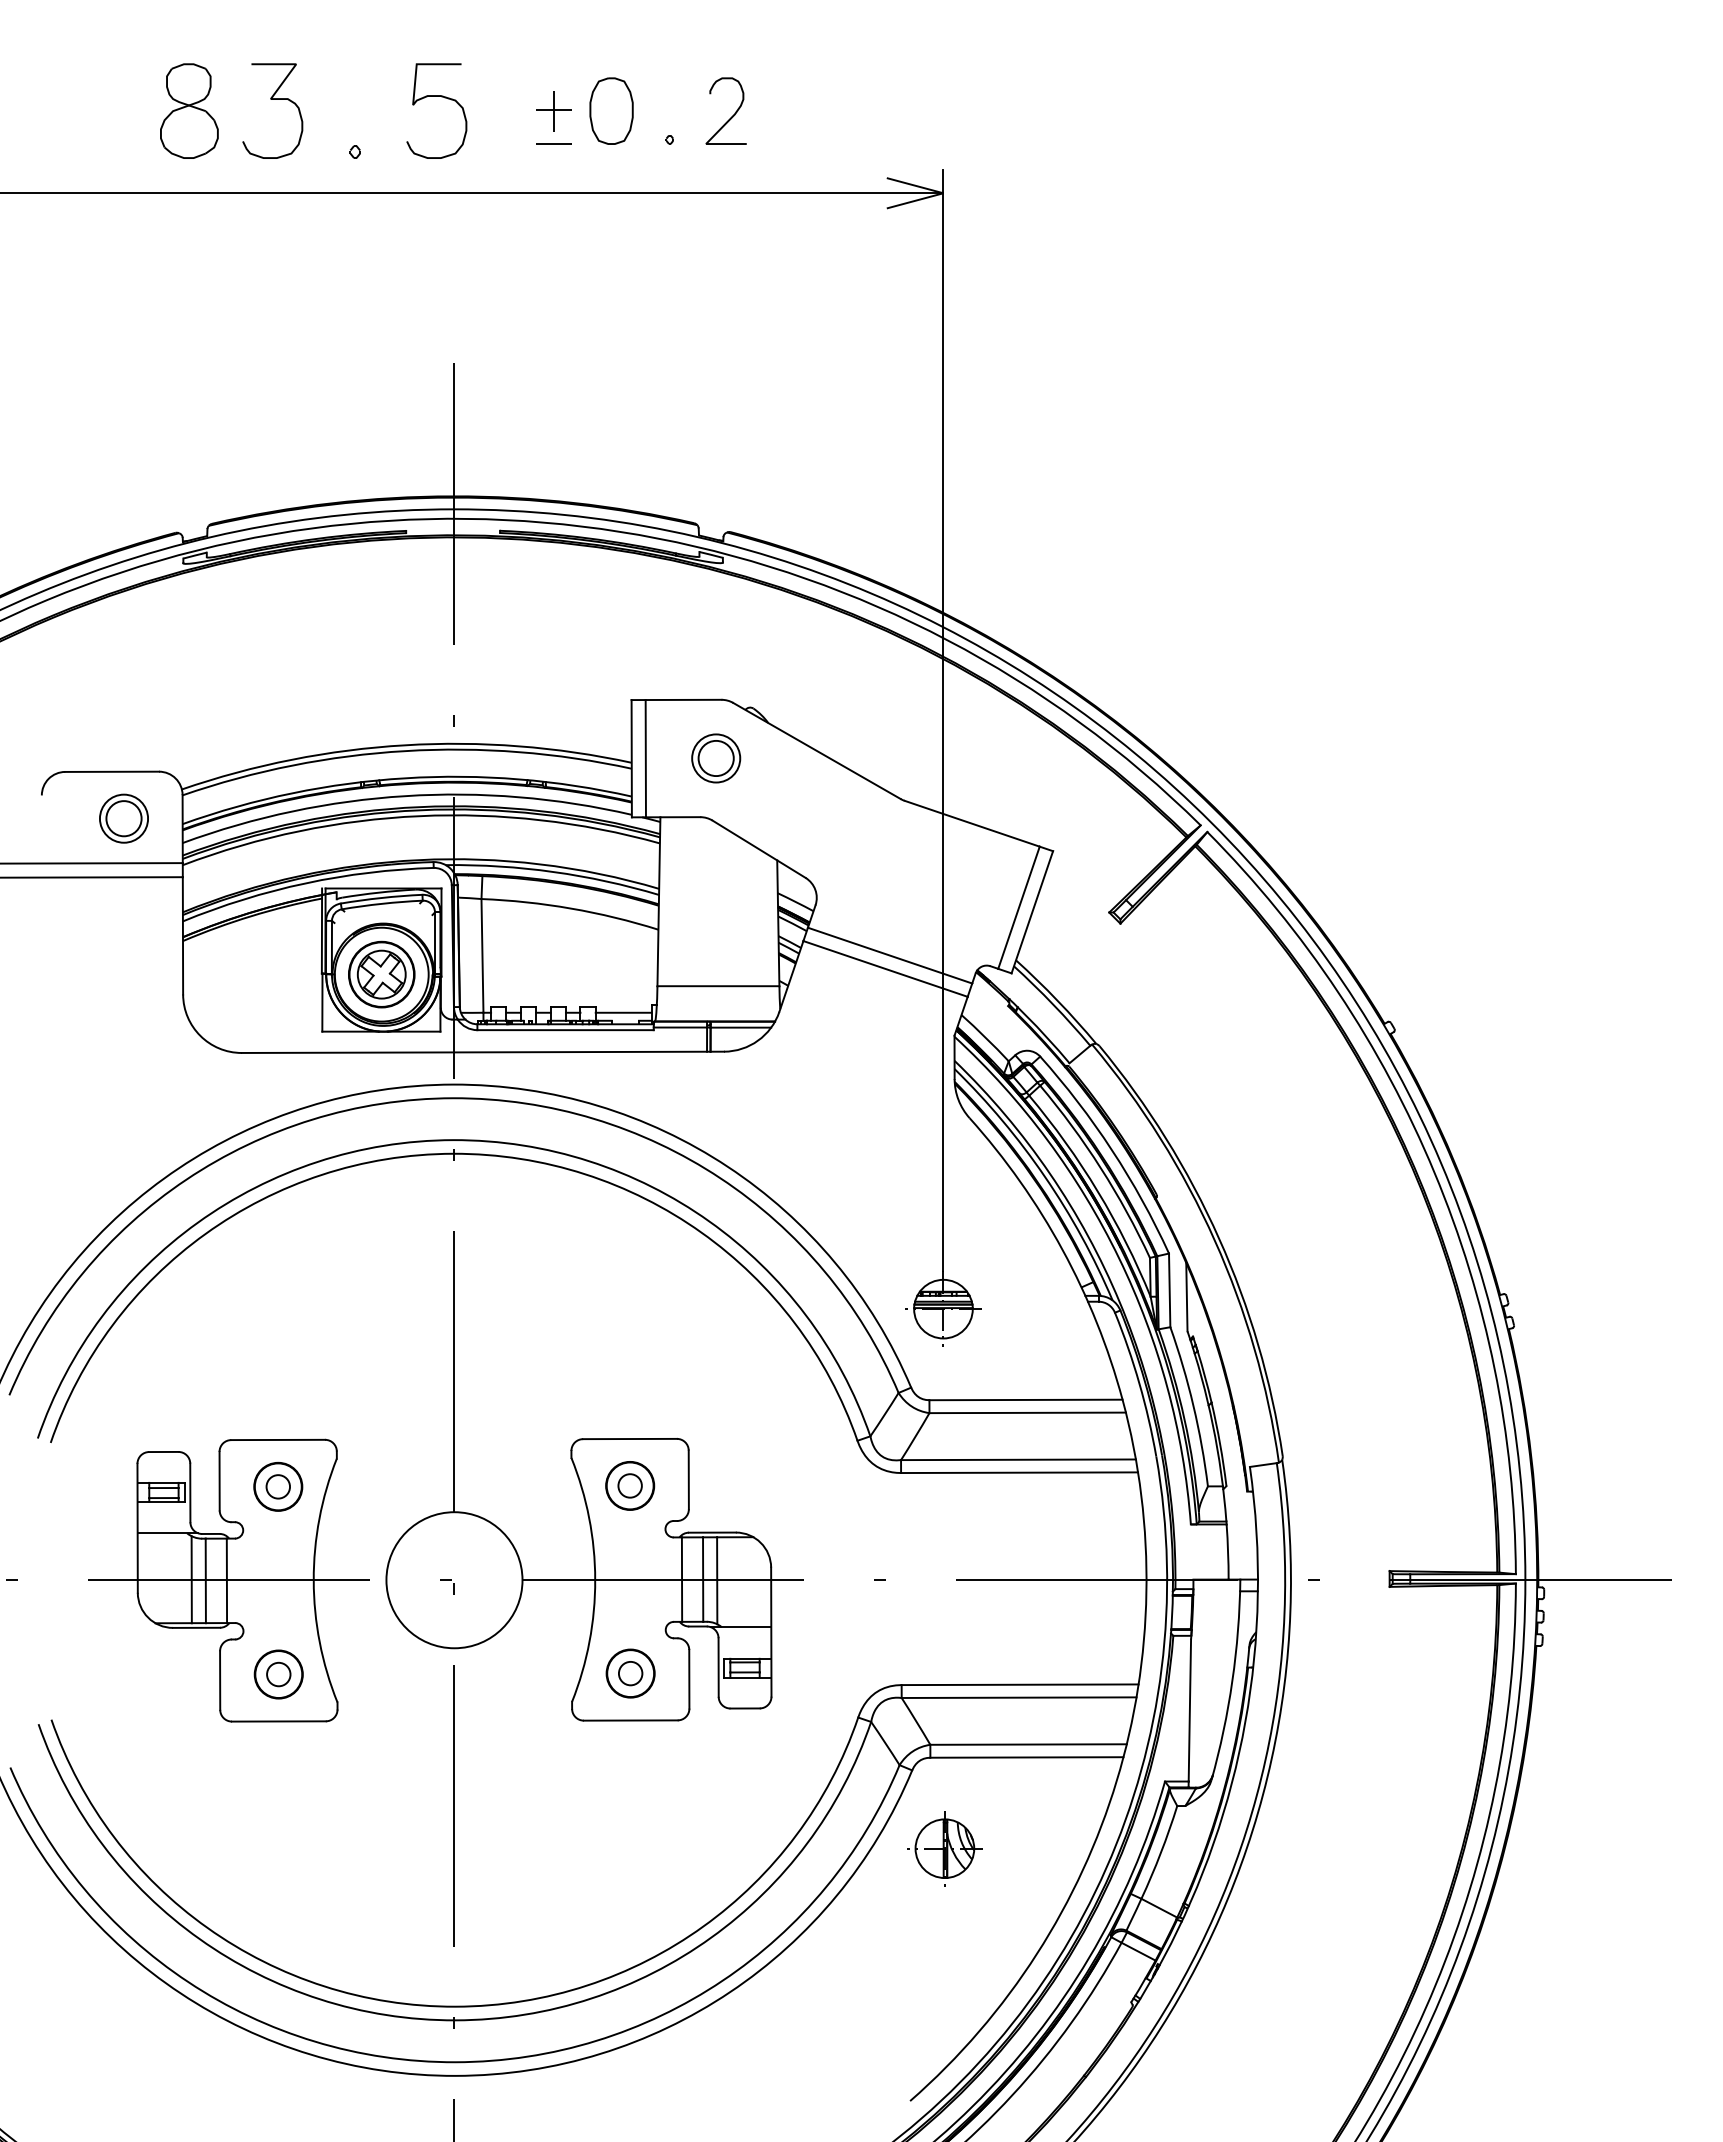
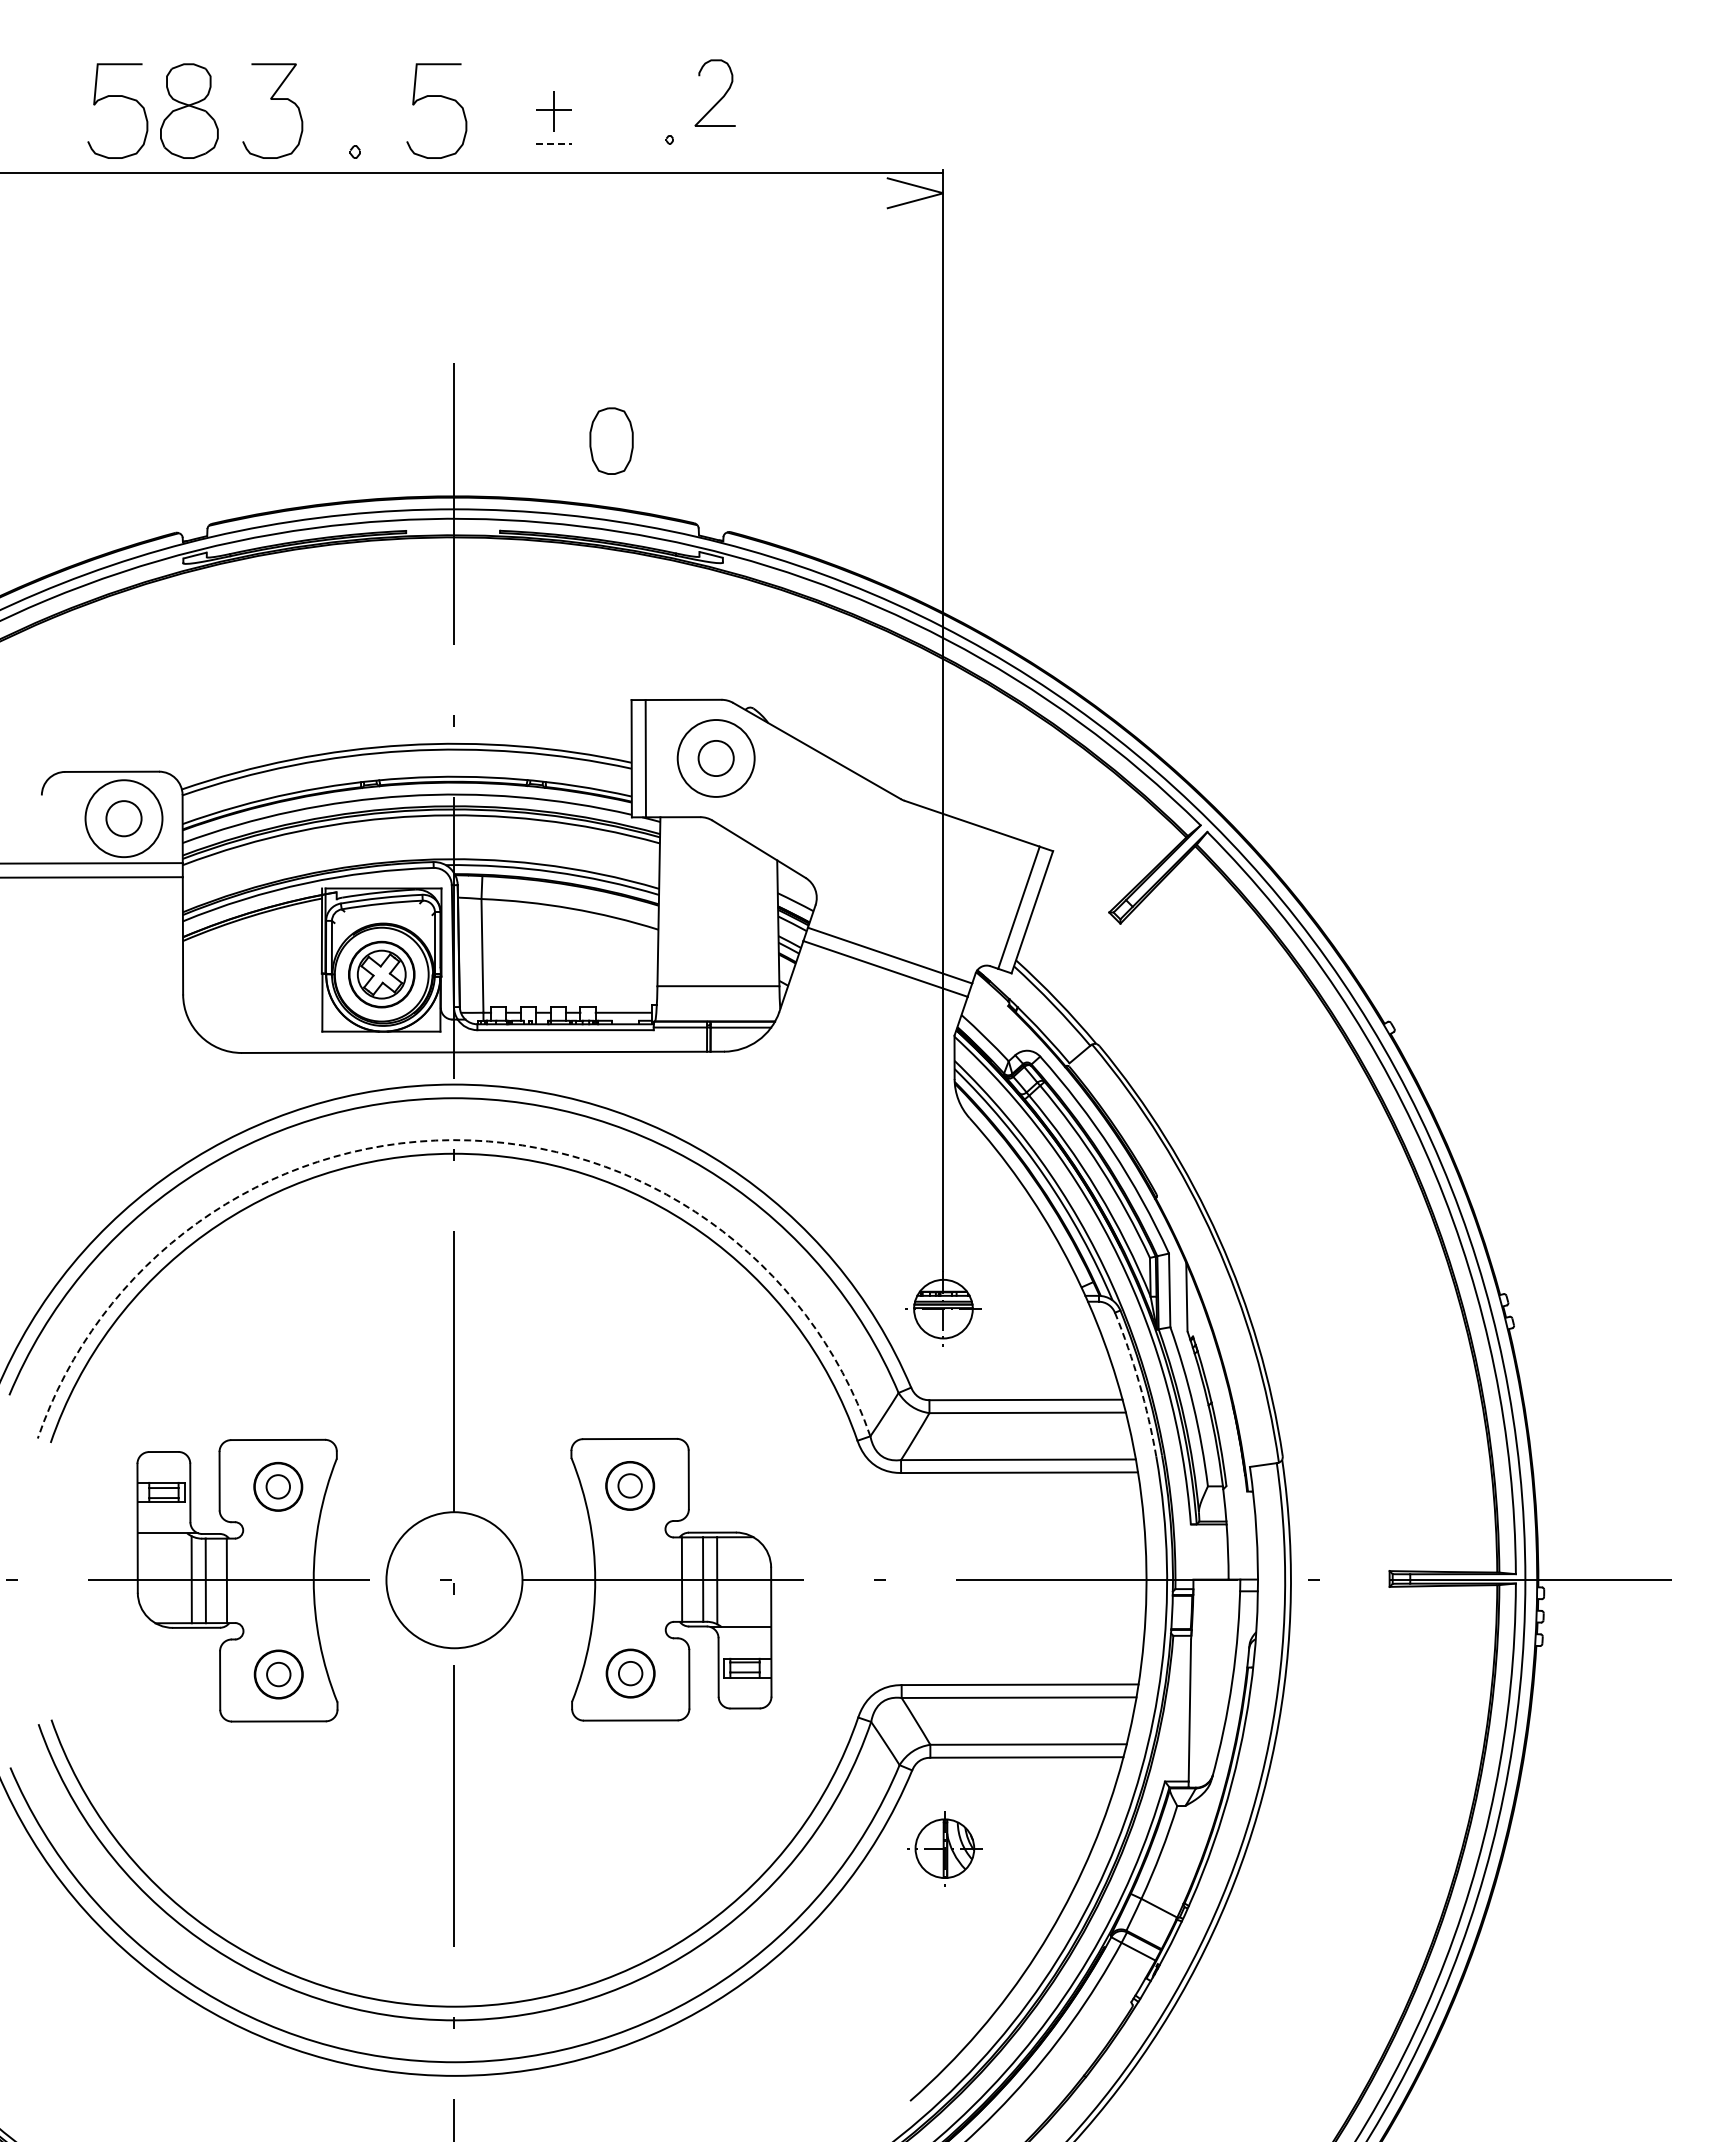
curve at (122, 97): none -> present
part at (611, 110) position: (611, 110) -> (611, 440)
curve at (731, 116) position: (731, 116) -> (720, 98)
line at (554, 144): solid -> dashed
line at (472, 193) position: (472, 193) -> (472, 173)
circle at (716, 758) diameter: 48 px -> 77 px
circle at (123, 818) diameter: 48 px -> 77 px
arc at (453, 1140): solid -> dashed
arc at (1139, 1383): solid -> dashed
